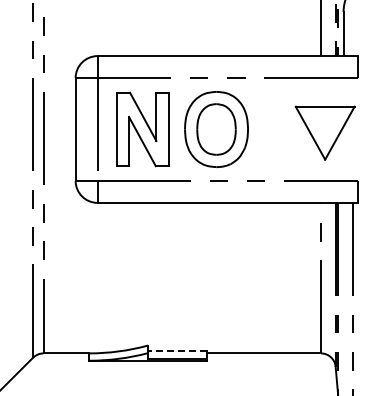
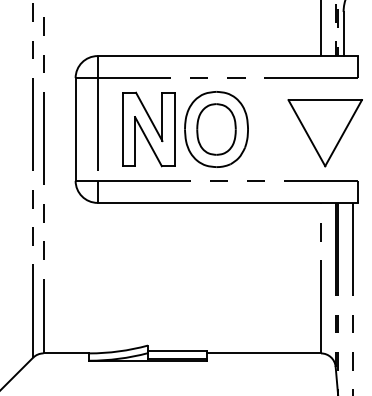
part at (142, 129) position: (142, 129) -> (148, 129)
part at (324, 132) size: 62x56 px -> 76x69 px
line at (176, 351): dashed -> solid
